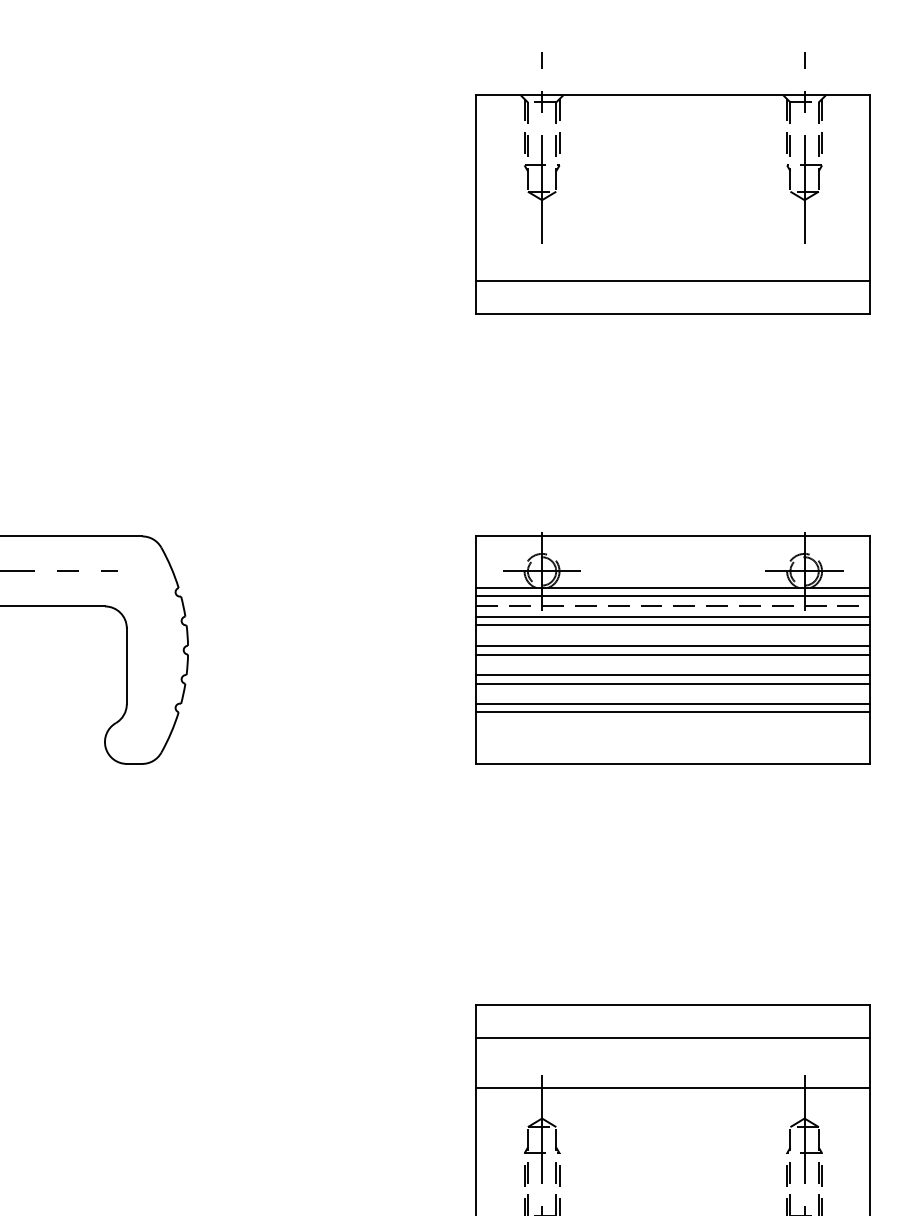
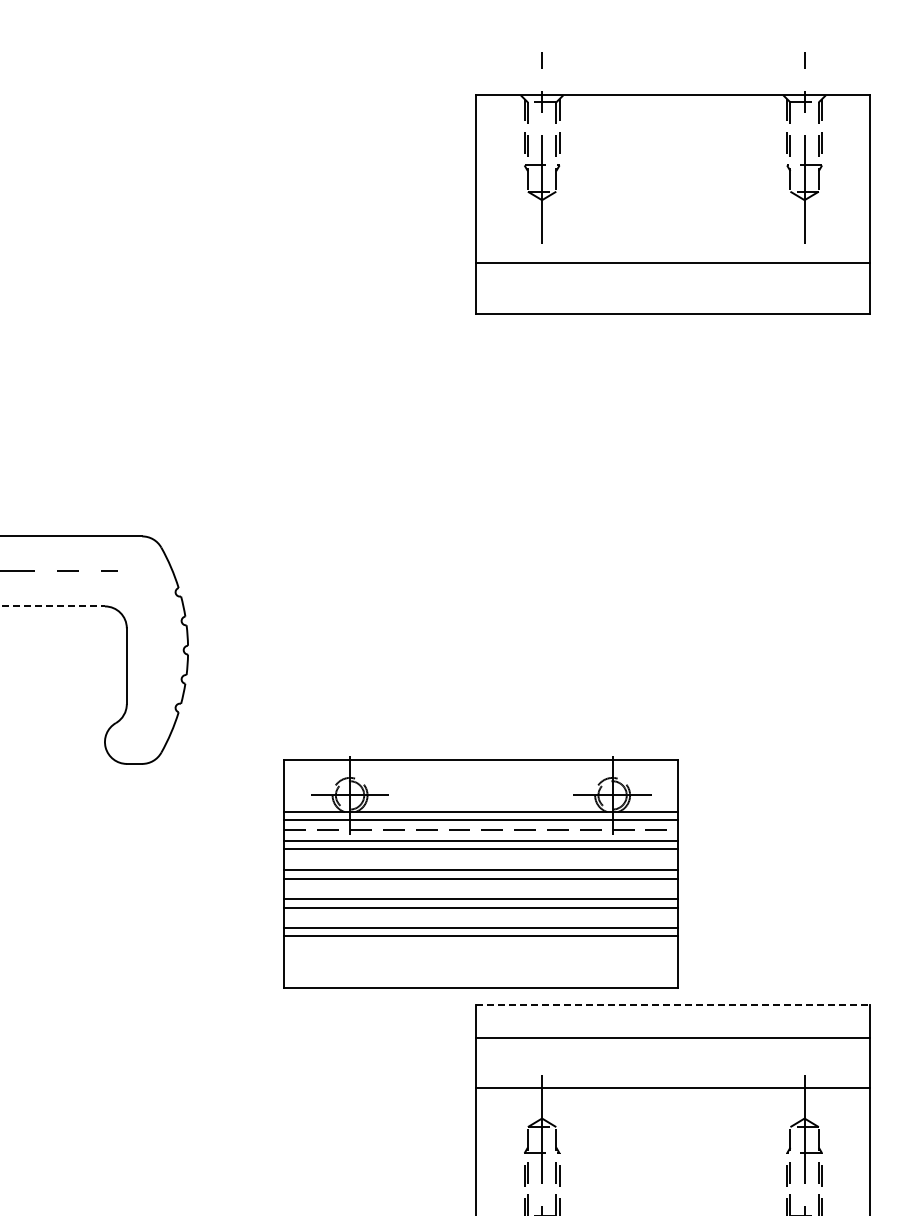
line at (673, 280) position: (673, 280) -> (673, 262)
line at (53, 606): solid -> dashed
part at (672, 648) position: (672, 648) -> (480, 872)
line at (673, 1004): solid -> dashed
